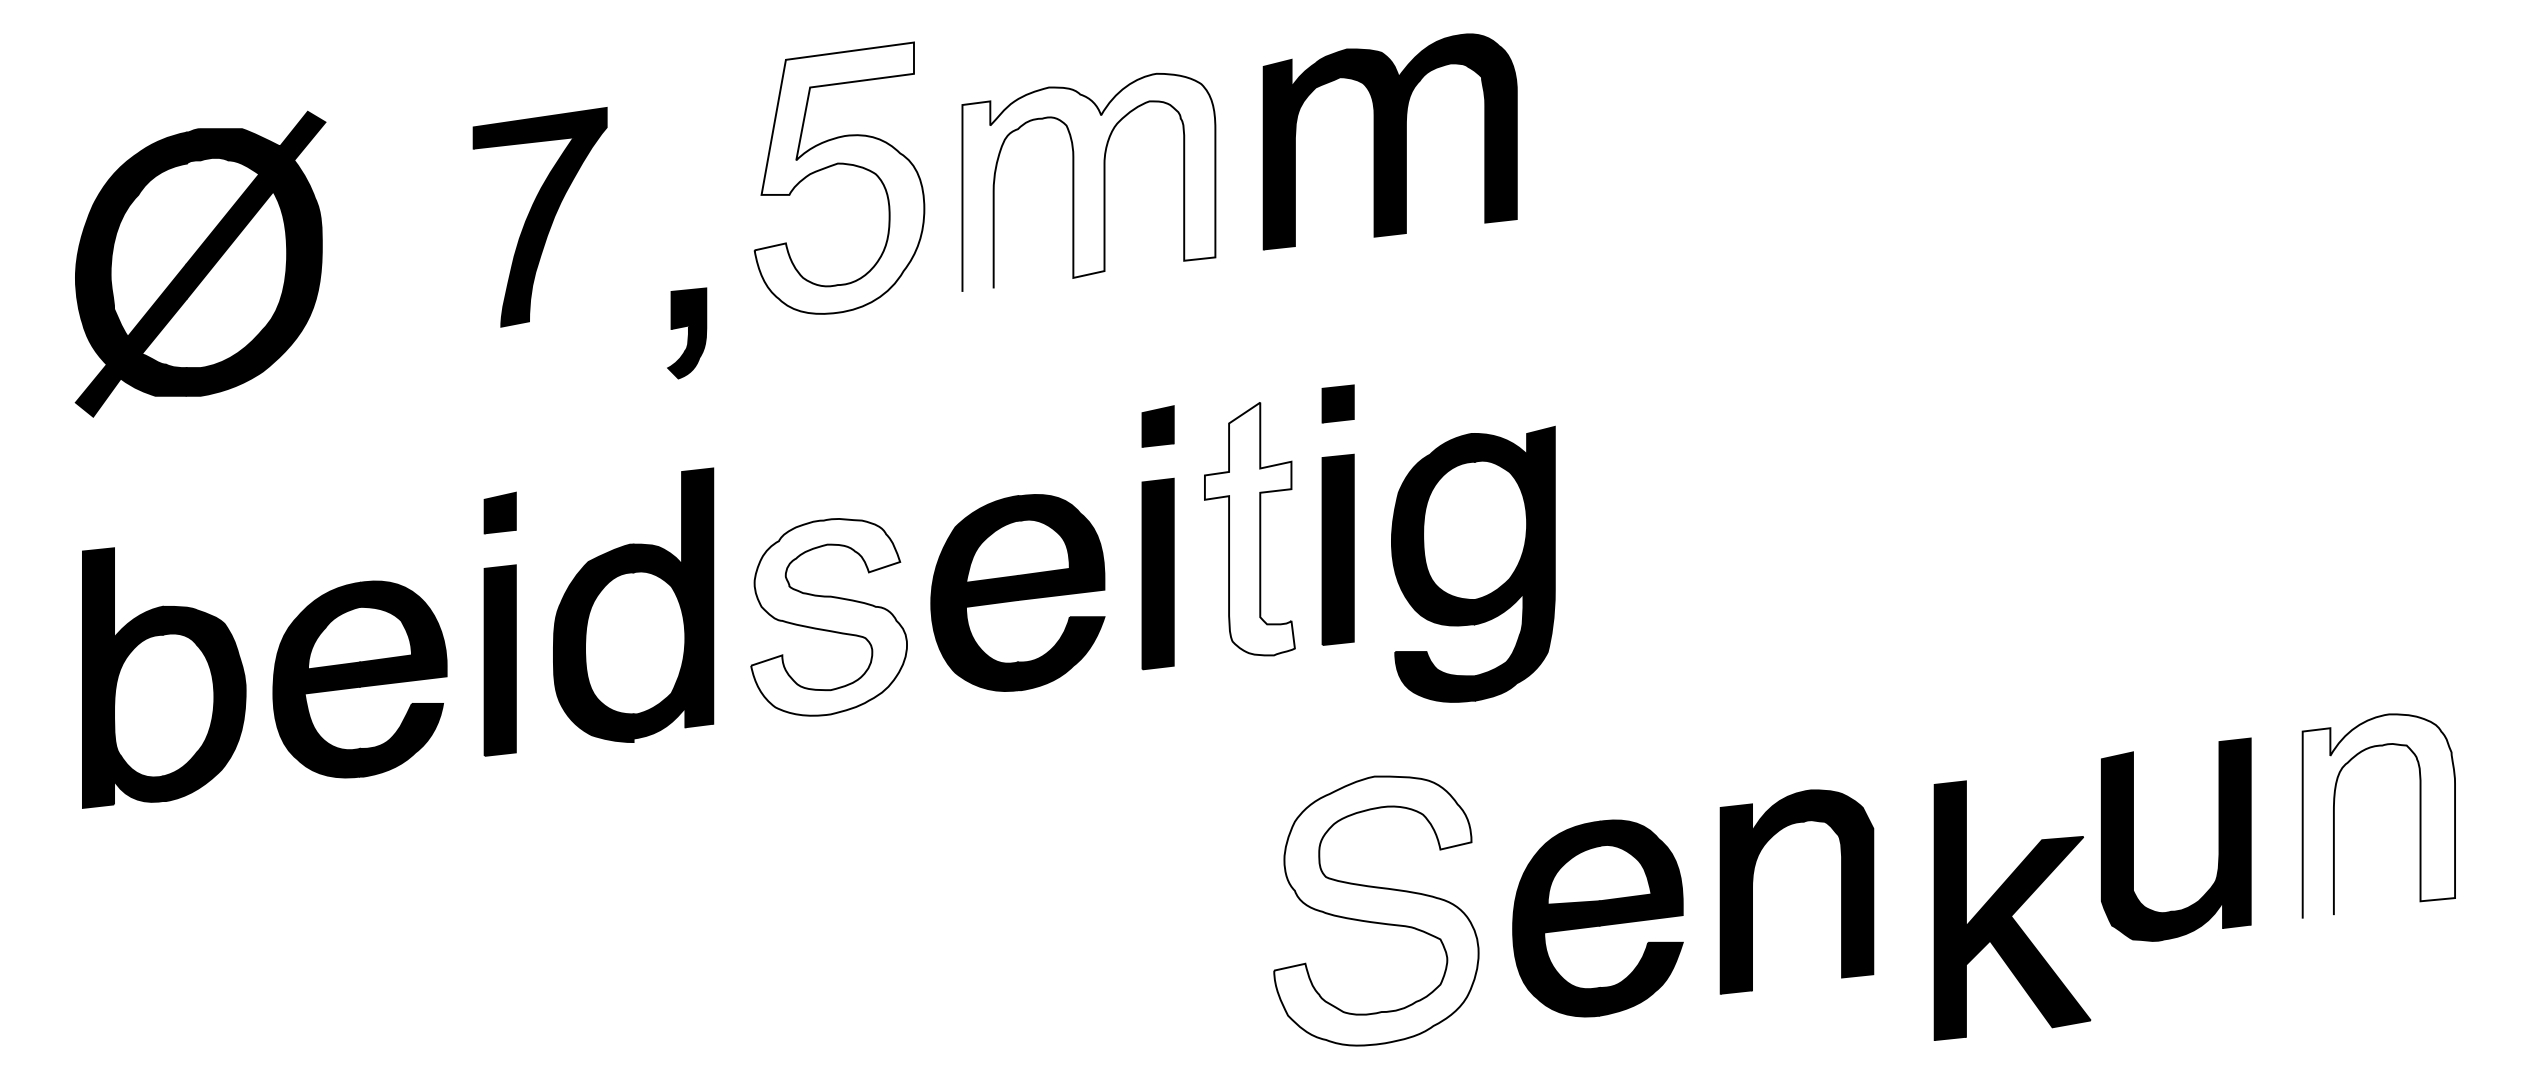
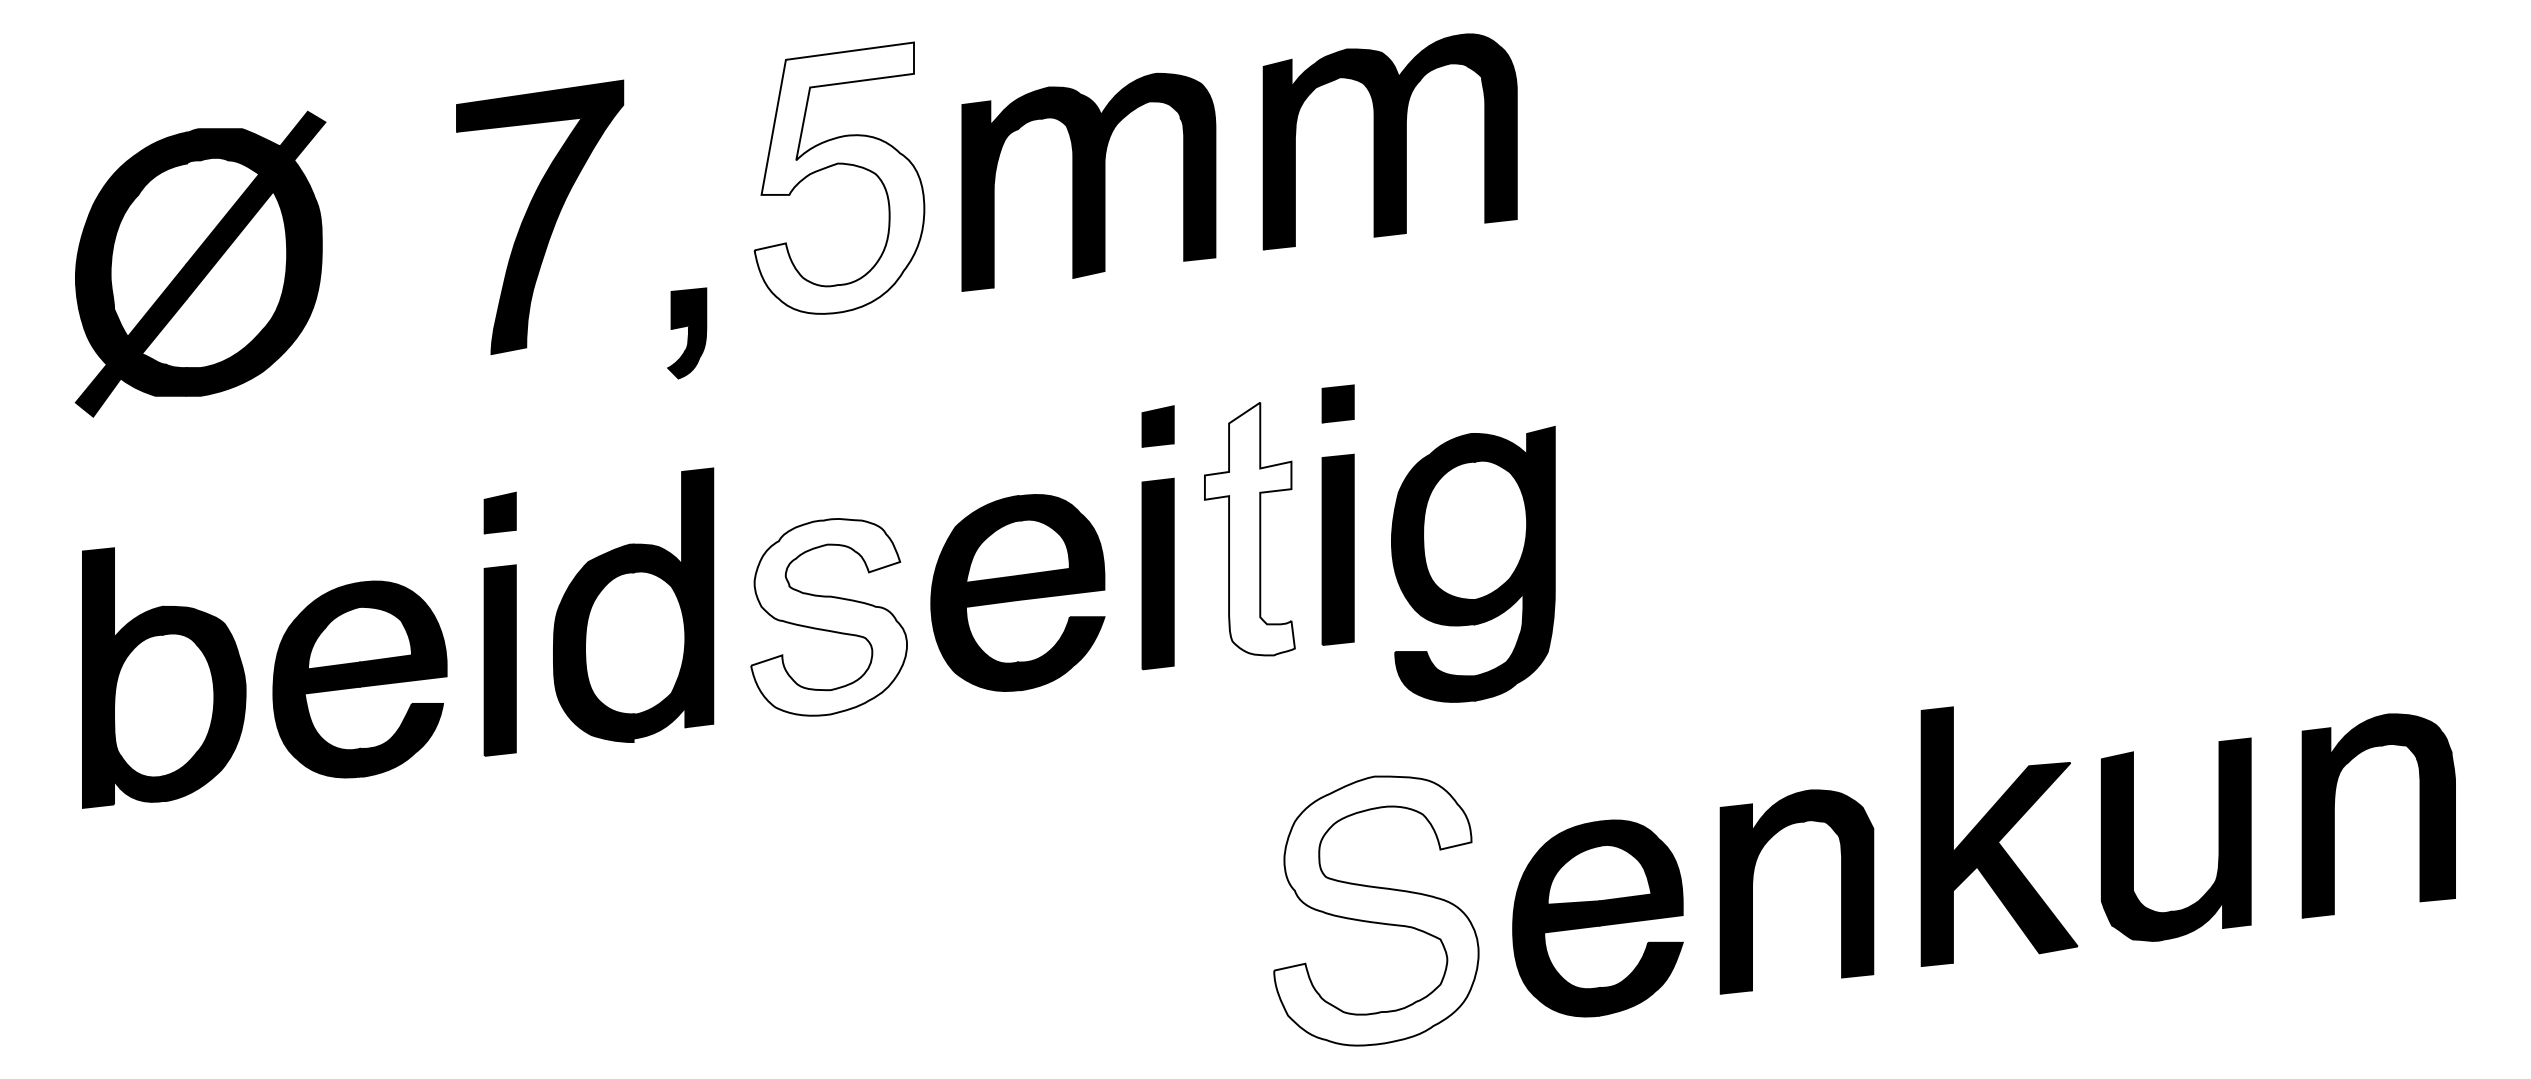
fill at (1088, 182): none -> present
part at (539, 217) size: 136x221 px -> 169x276 px
fill at (2378, 816): none -> present
part at (2012, 910) position: (2012, 910) -> (1999, 836)
